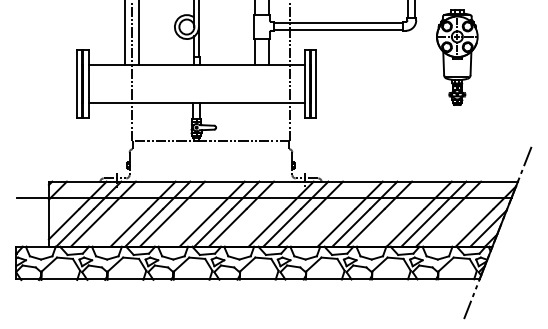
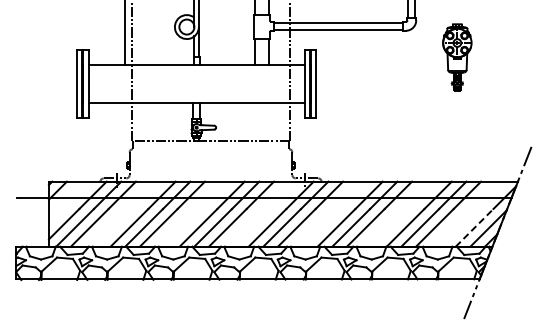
line at (138, 33): present -> none
part at (457, 57) size: 43x97 px -> 31x69 px
line at (474, 227): solid -> dashed
